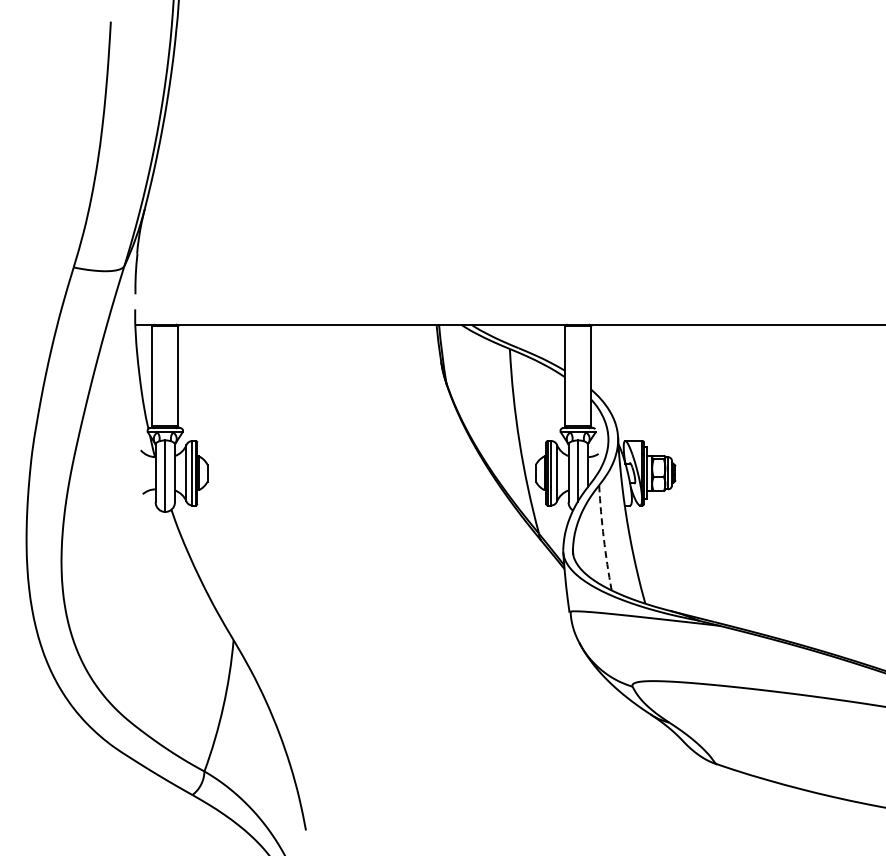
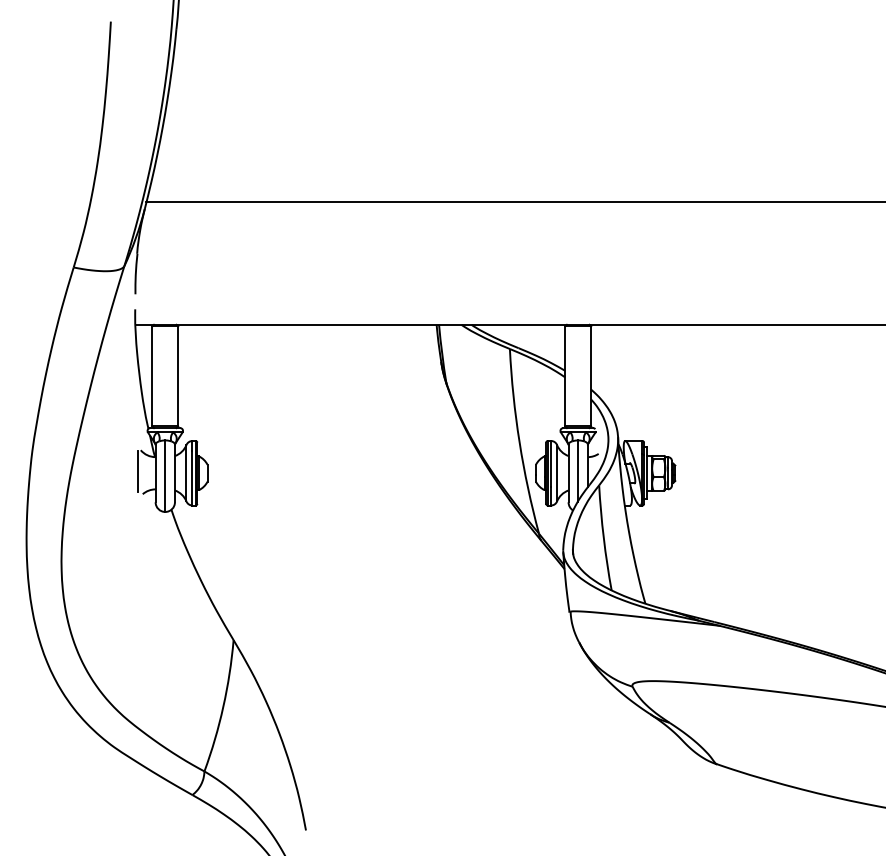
line at (514, 202): none -> present
line at (137, 470): none -> present
arc at (603, 538): dashed -> solid
